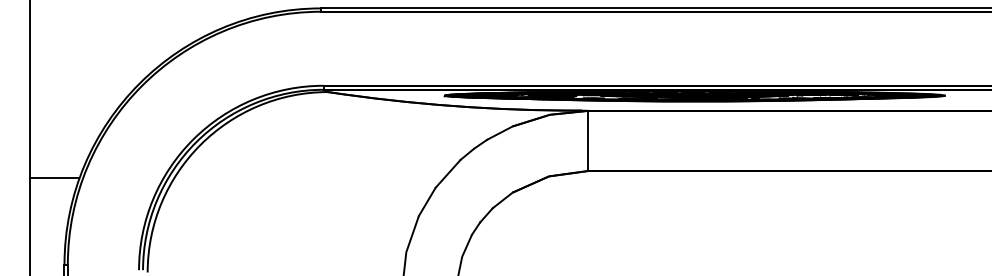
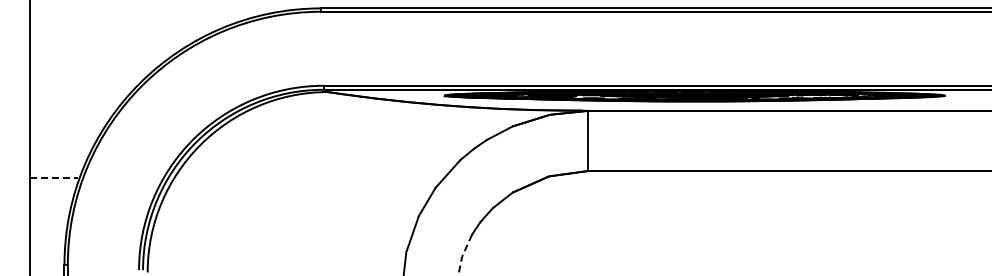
line at (54, 178): solid -> dashed
line at (462, 255): solid -> dashed
